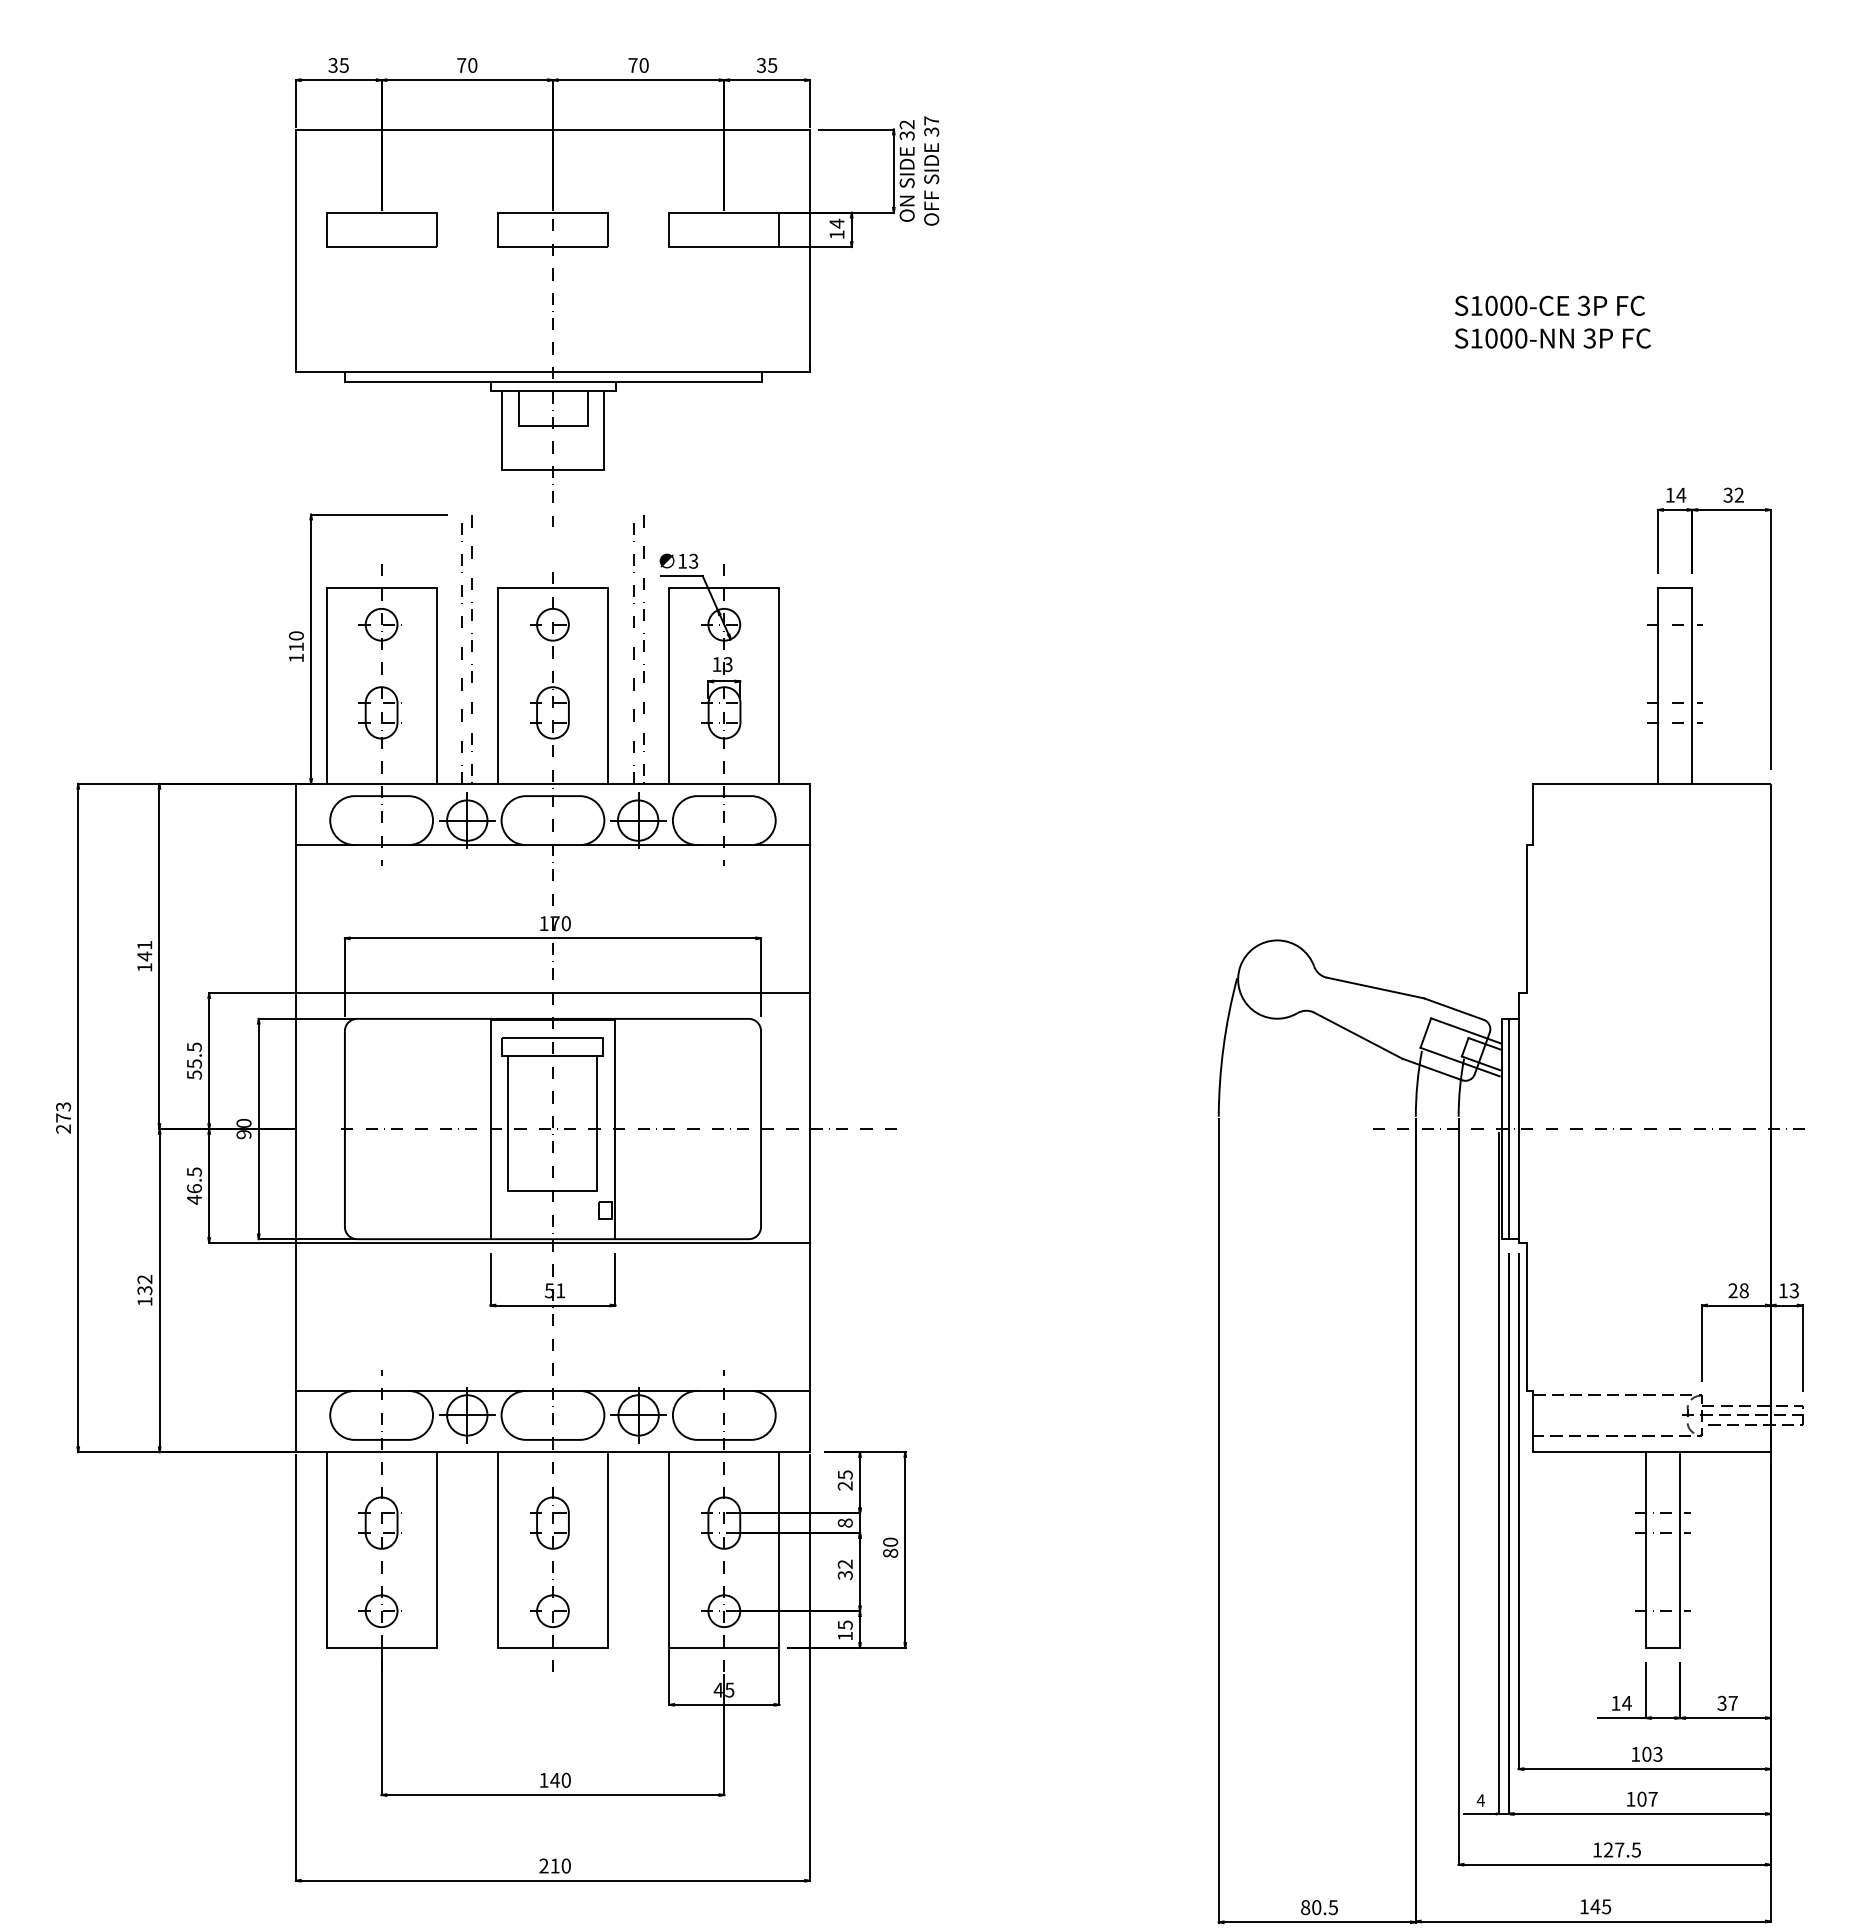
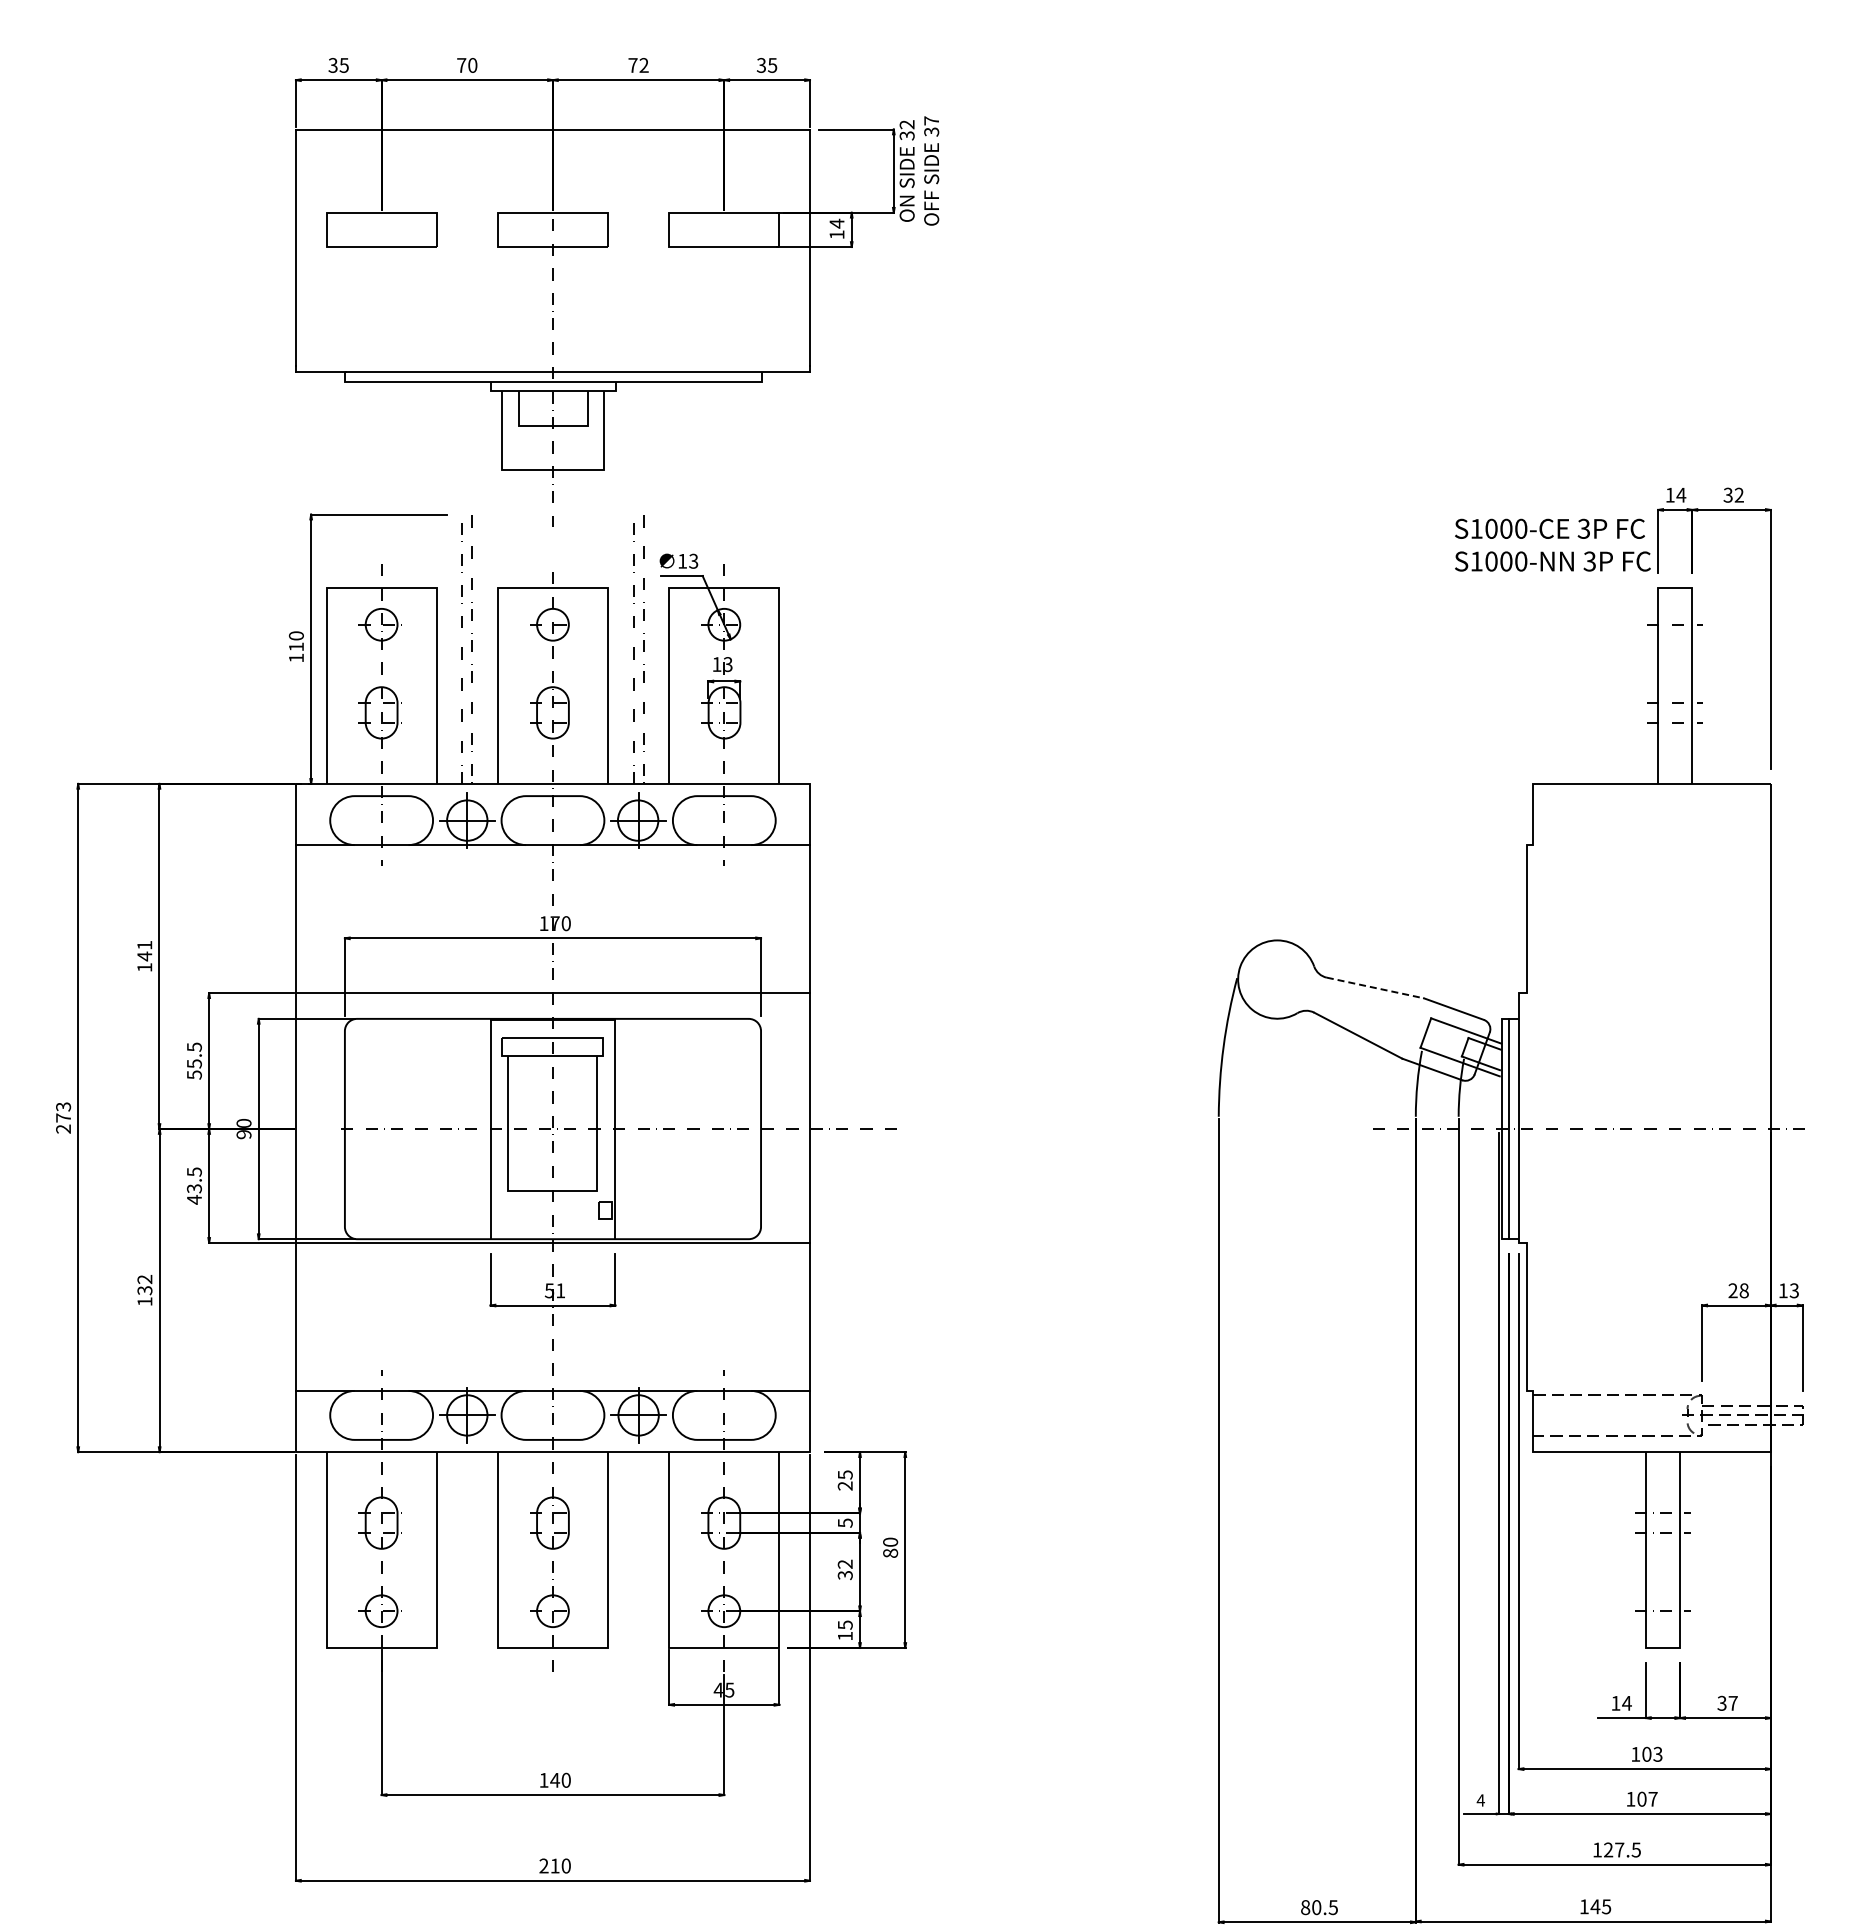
text at (643, 65): 70 -> 72
text at (1552, 321) position: (1552, 321) -> (1552, 544)
line at (1375, 988): solid -> dashed
text at (194, 1188): 46.5 -> 43.5
text at (844, 1522): 8 -> 5
